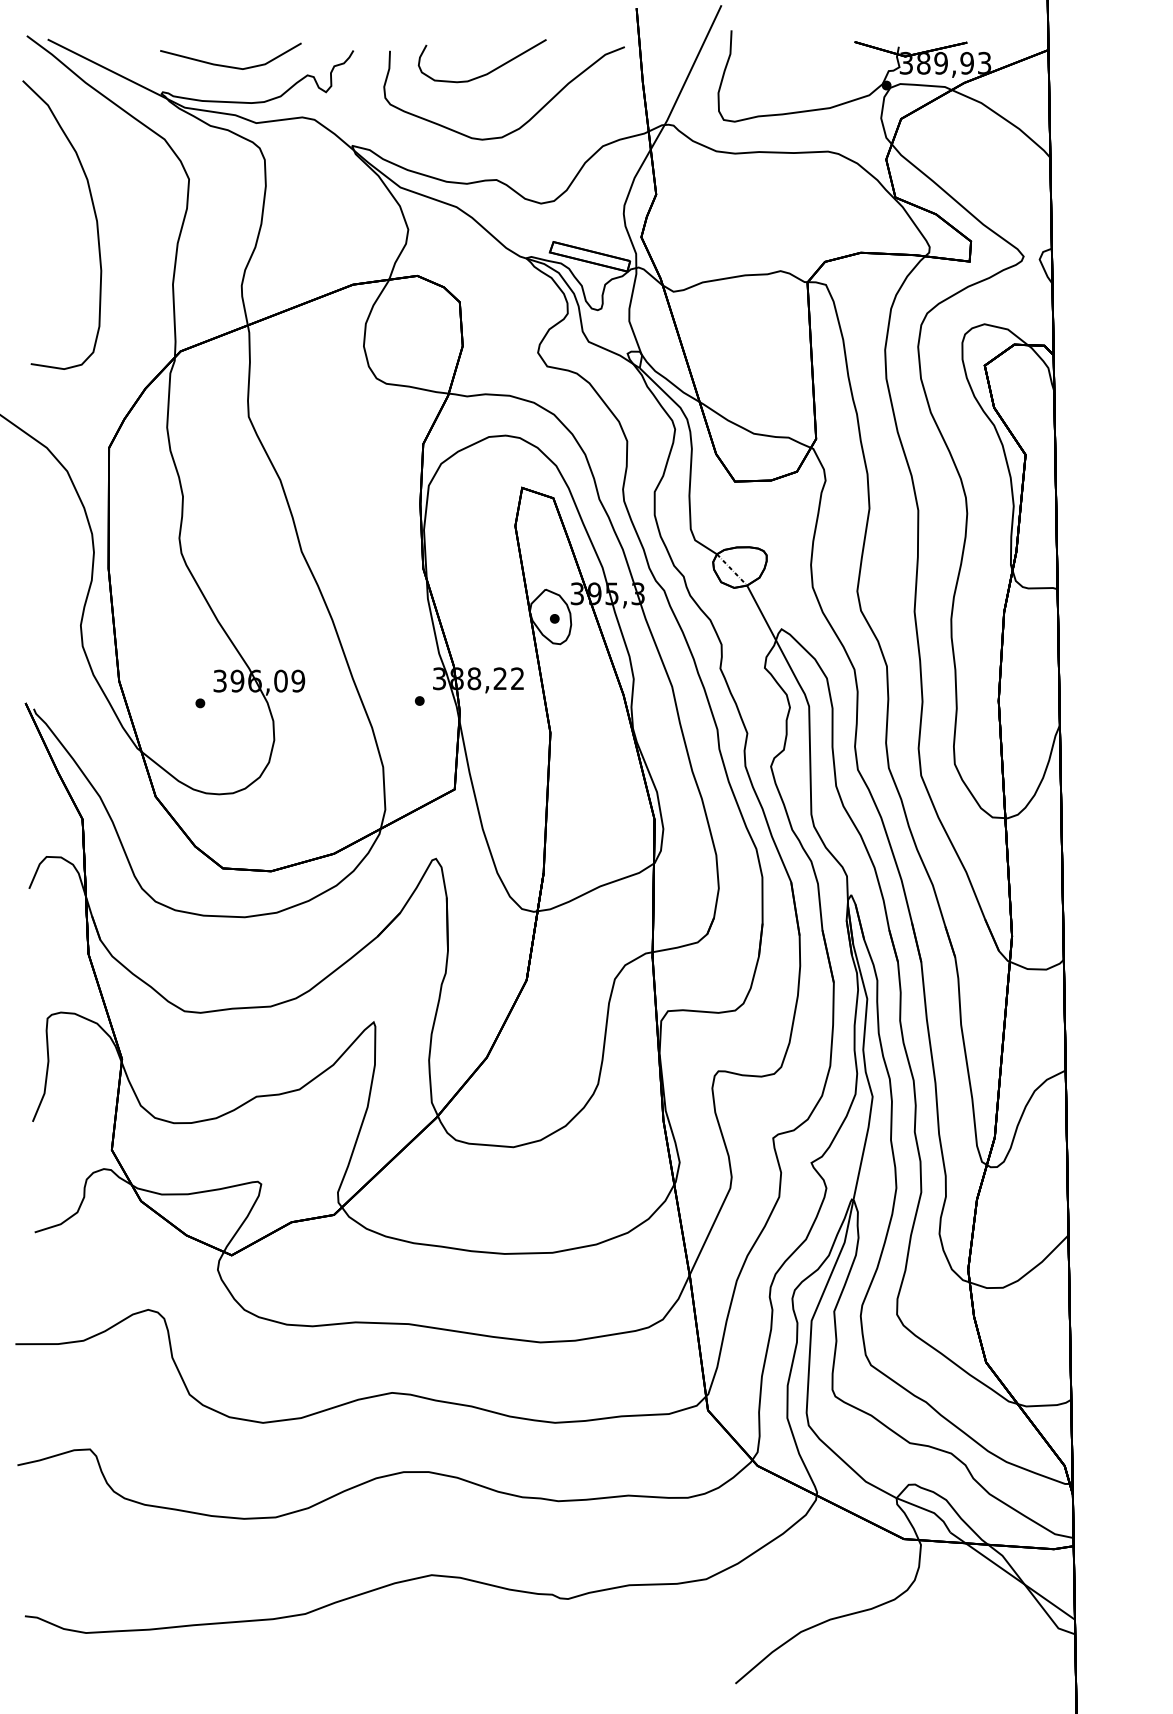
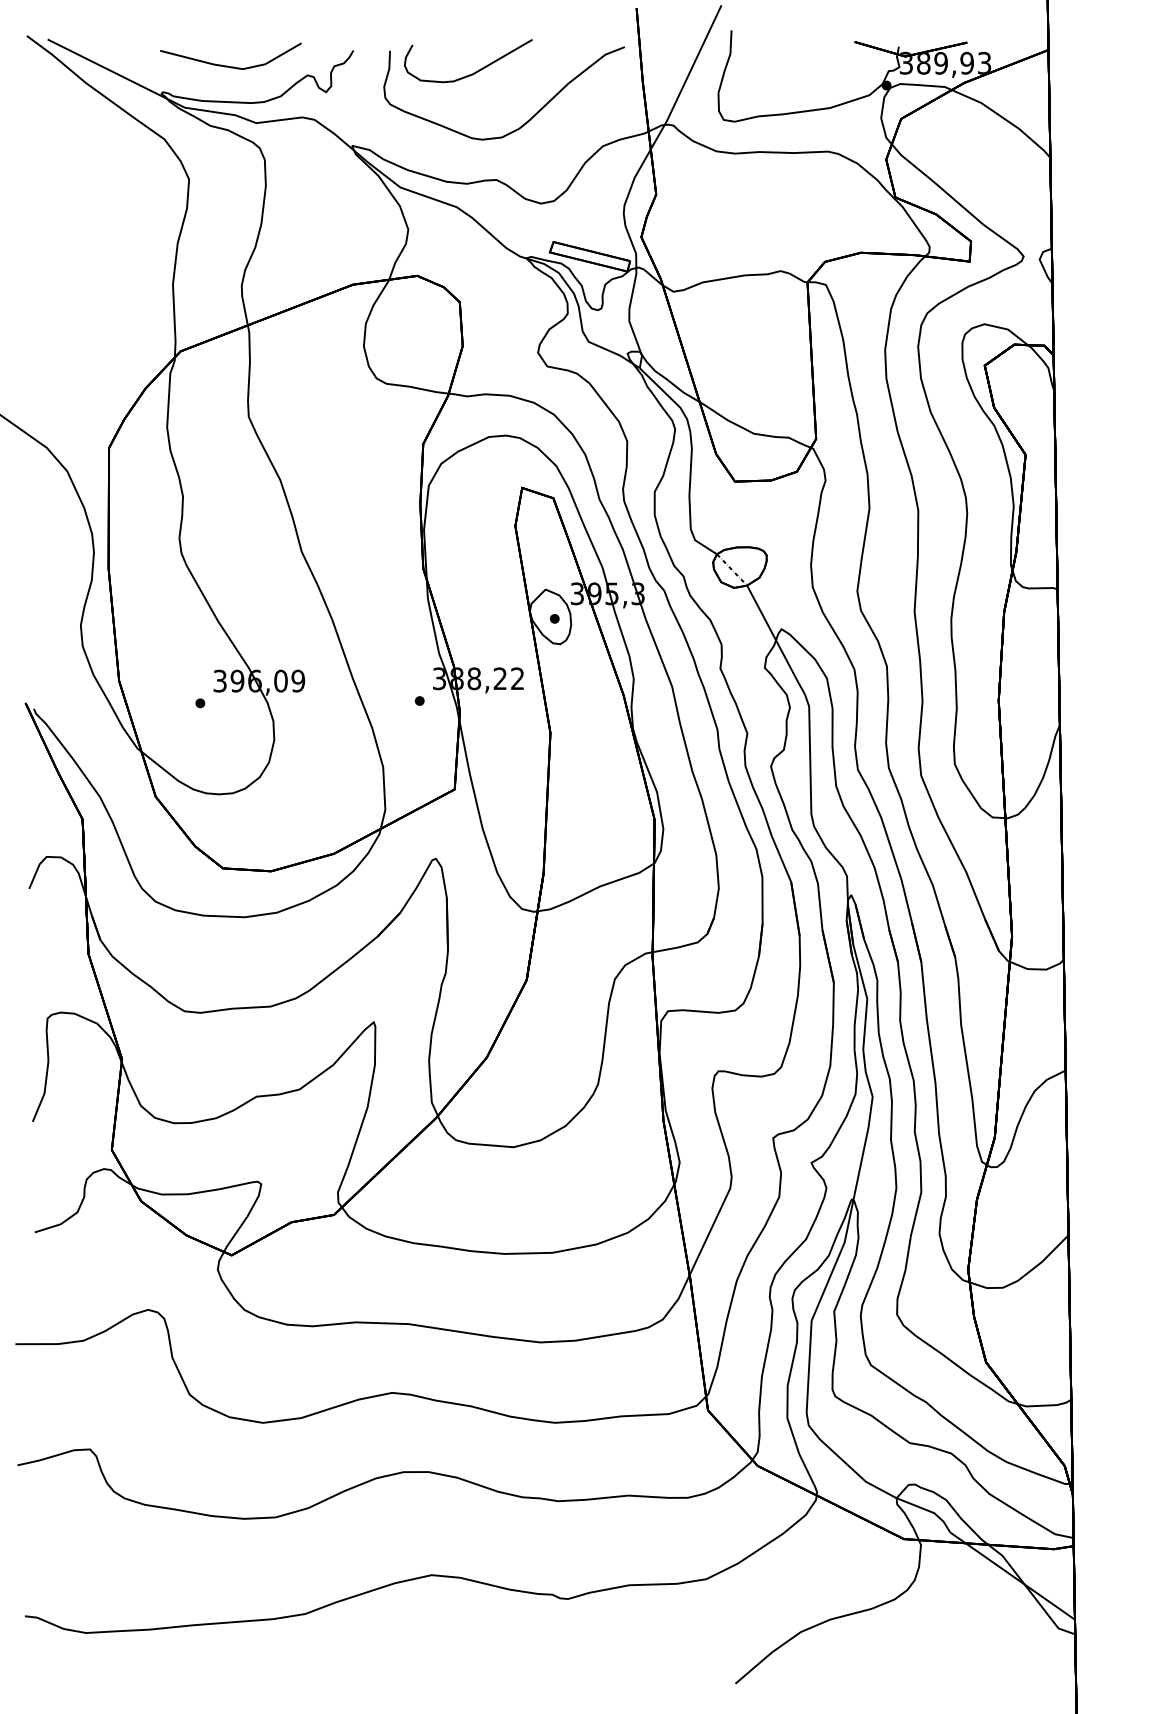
curve at (487, 72) position: (487, 72) -> (473, 72)
curve at (94, 215): present -> none
